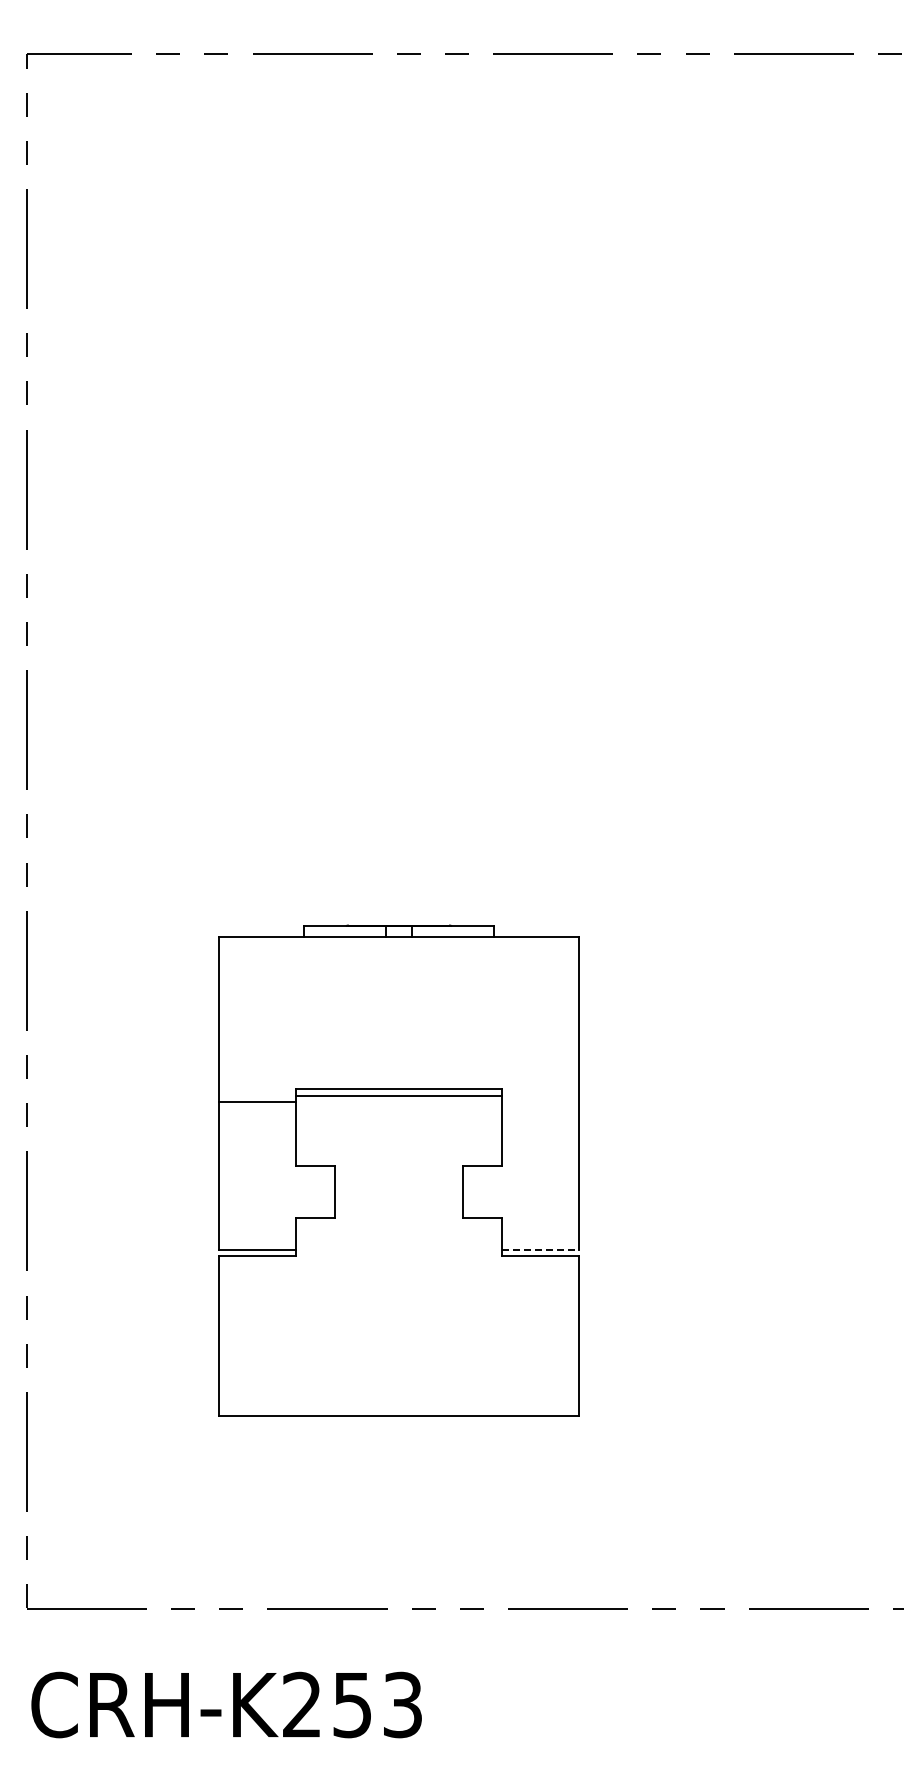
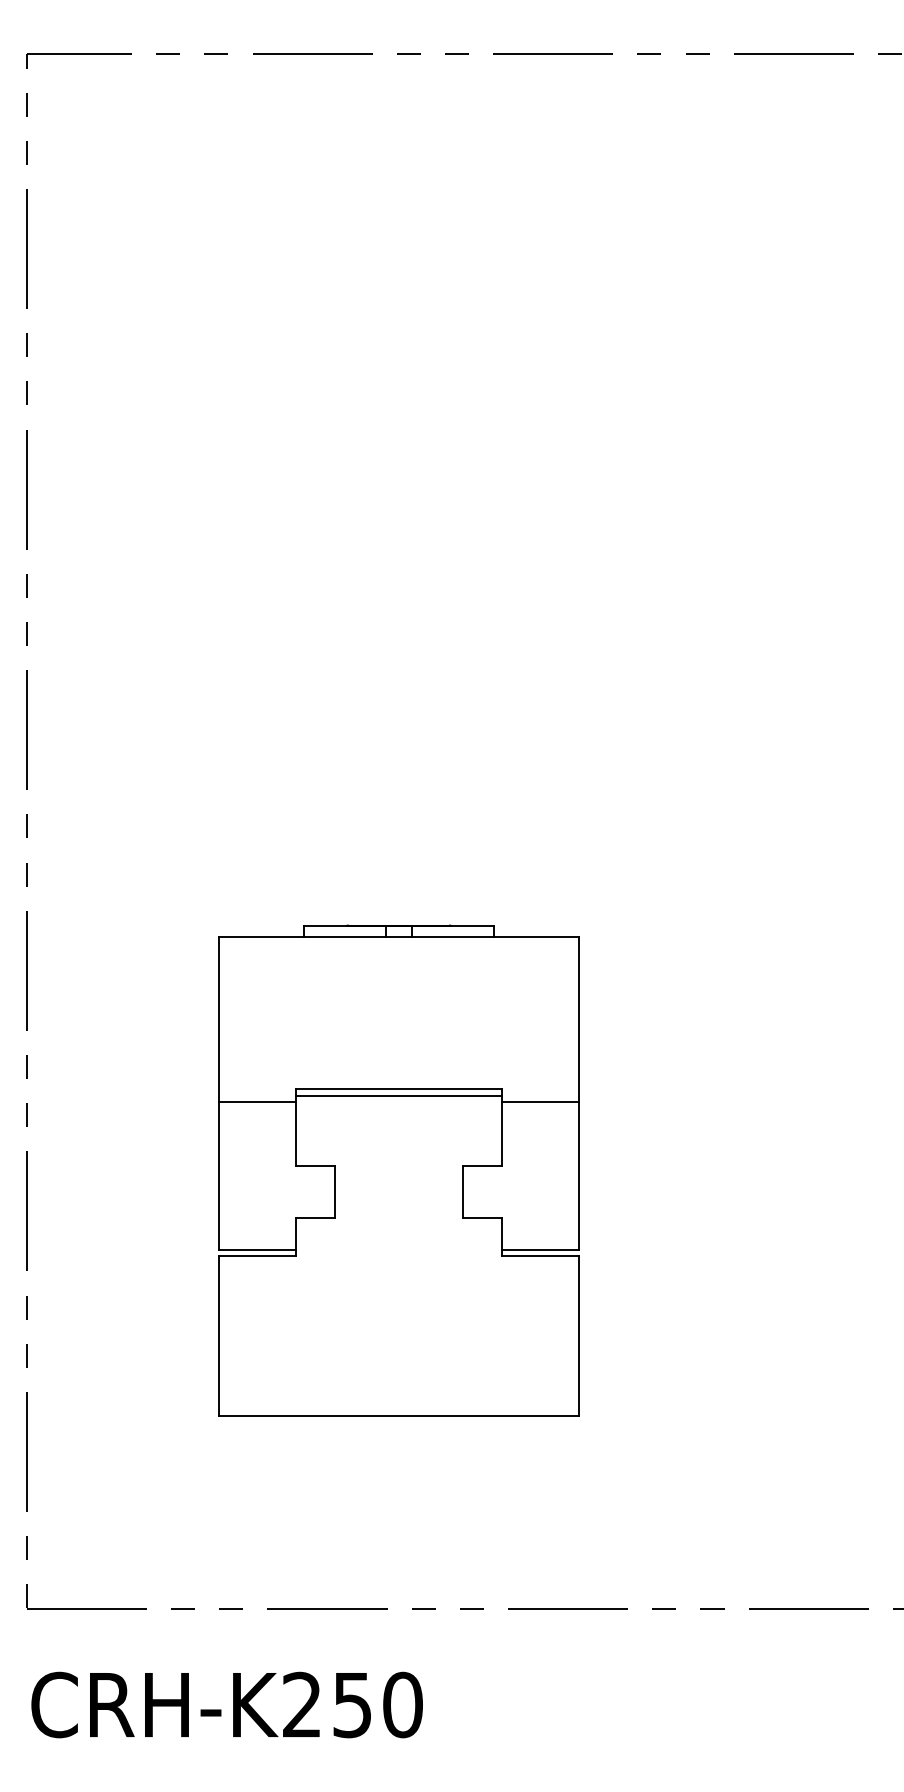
line at (539, 1102): none -> present
line at (540, 1249): dashed -> solid
text at (402, 1704): CRH-K253 -> CRH-K250
